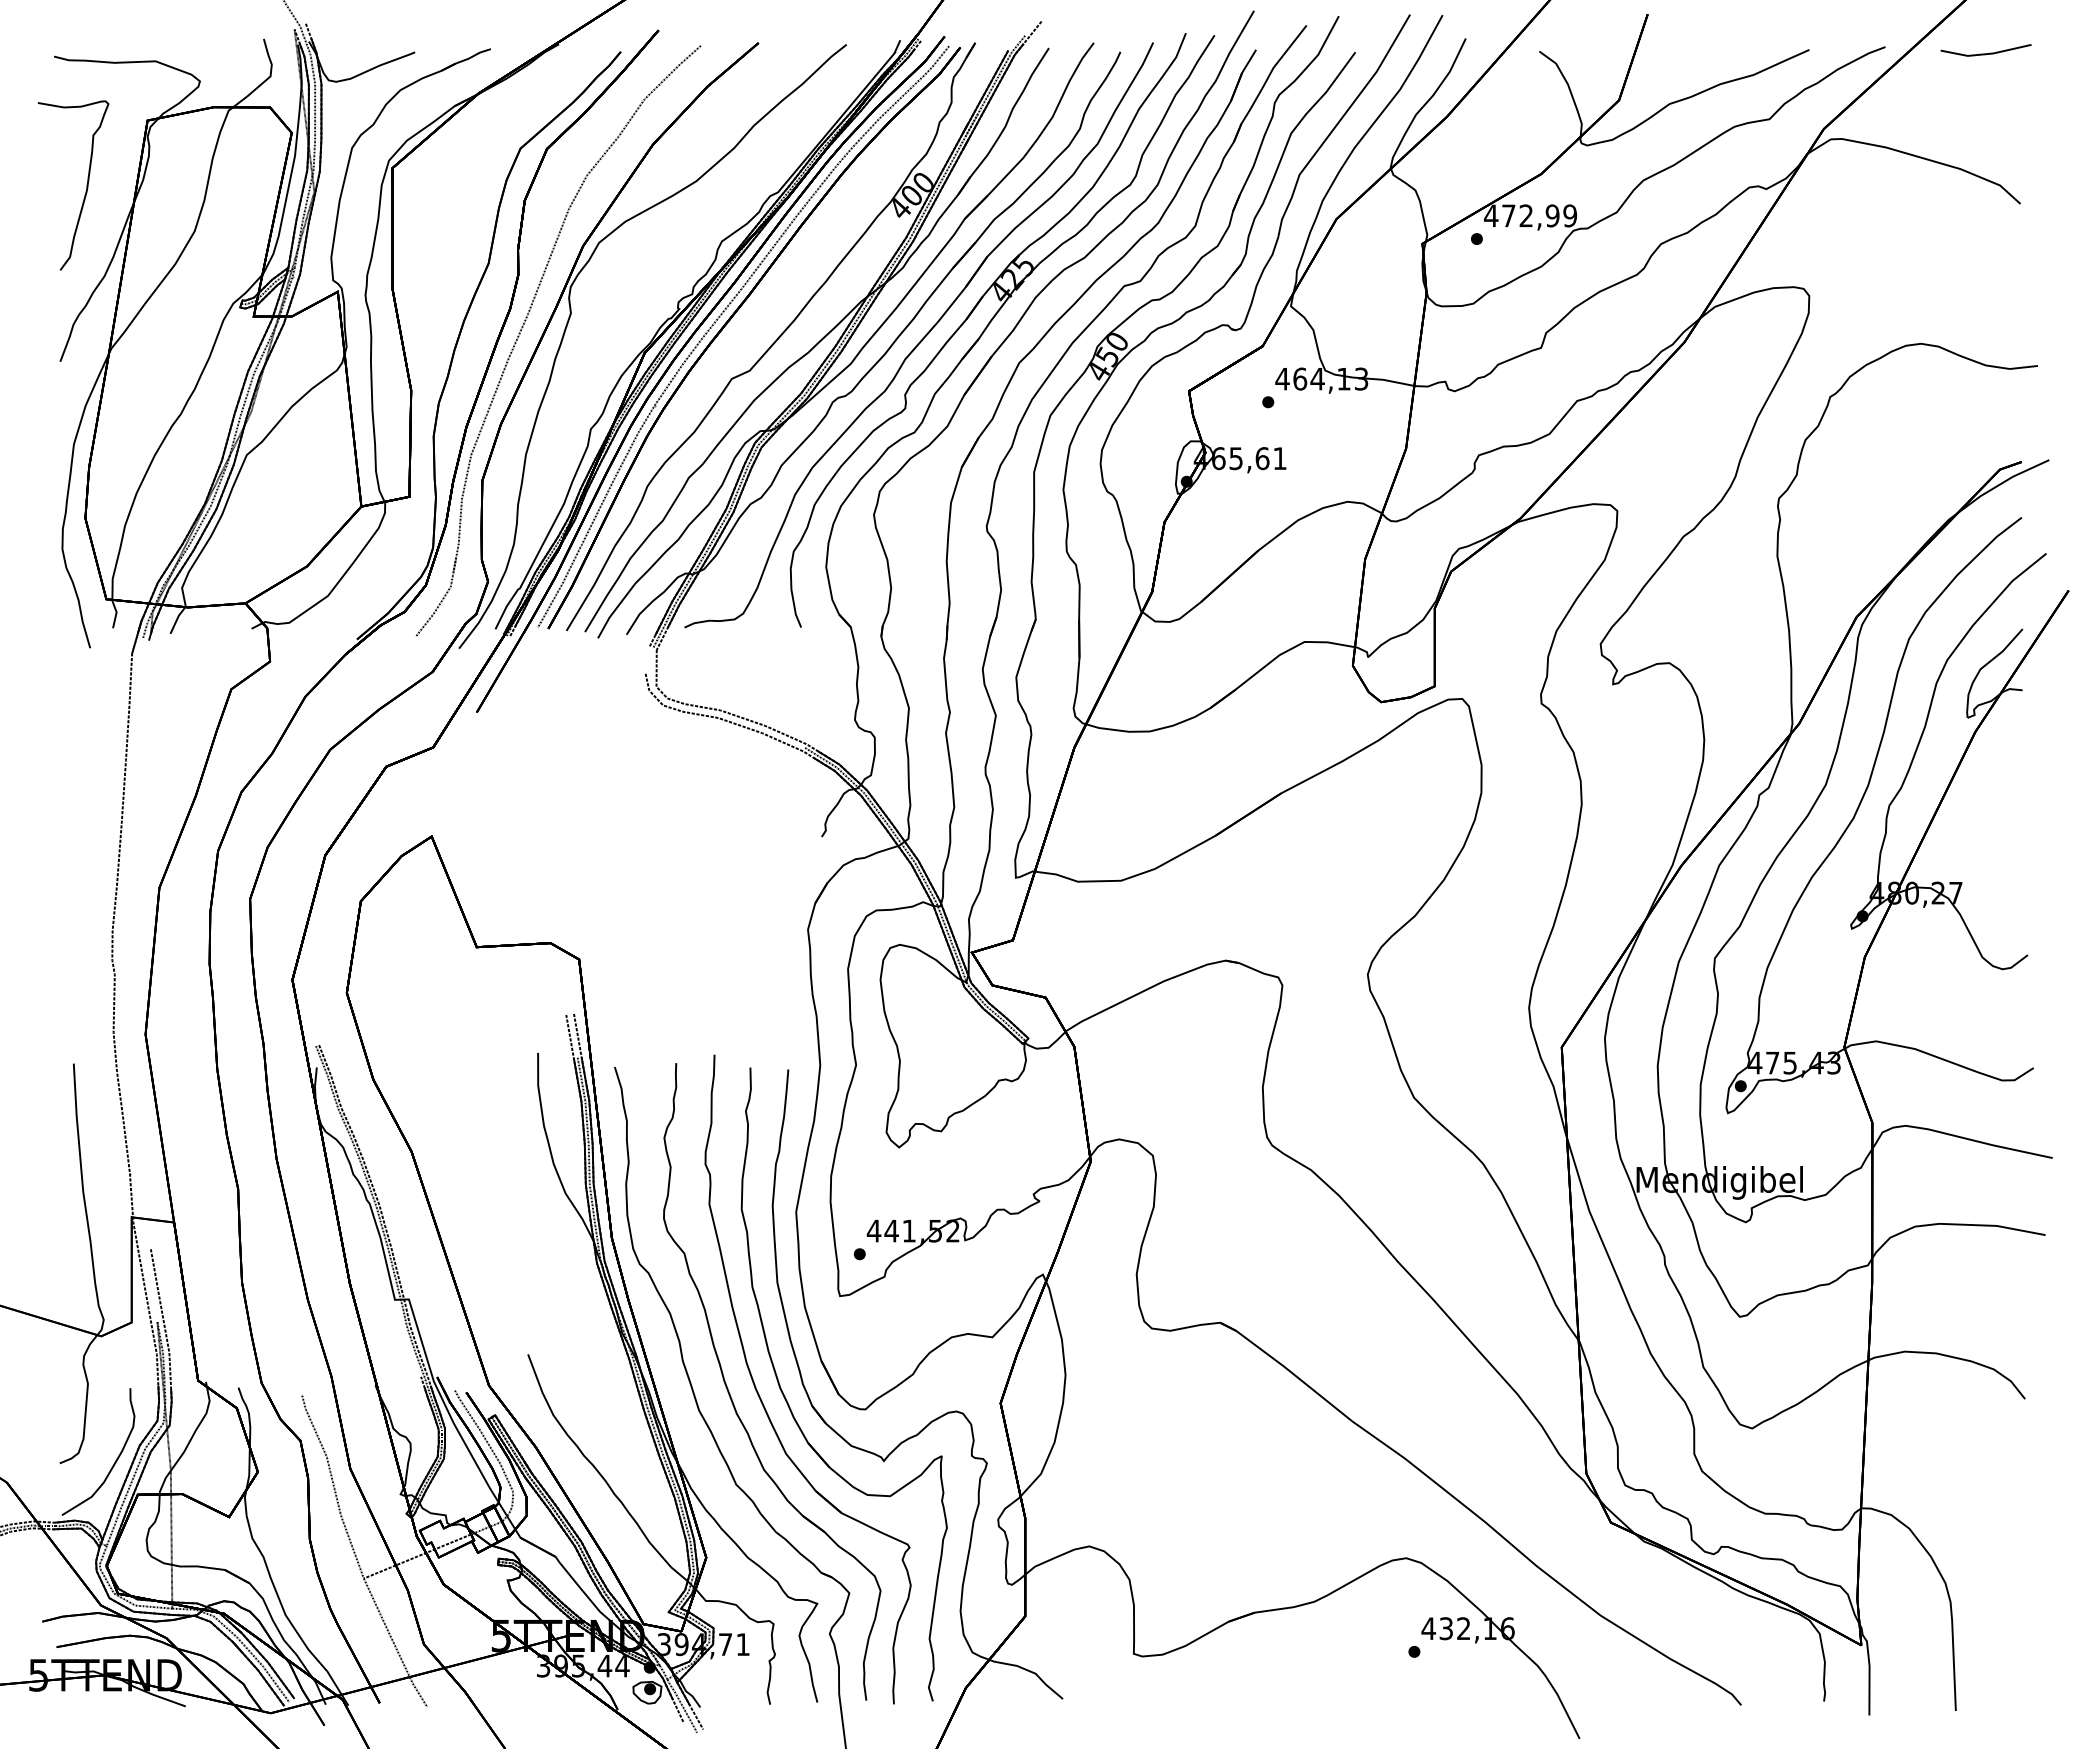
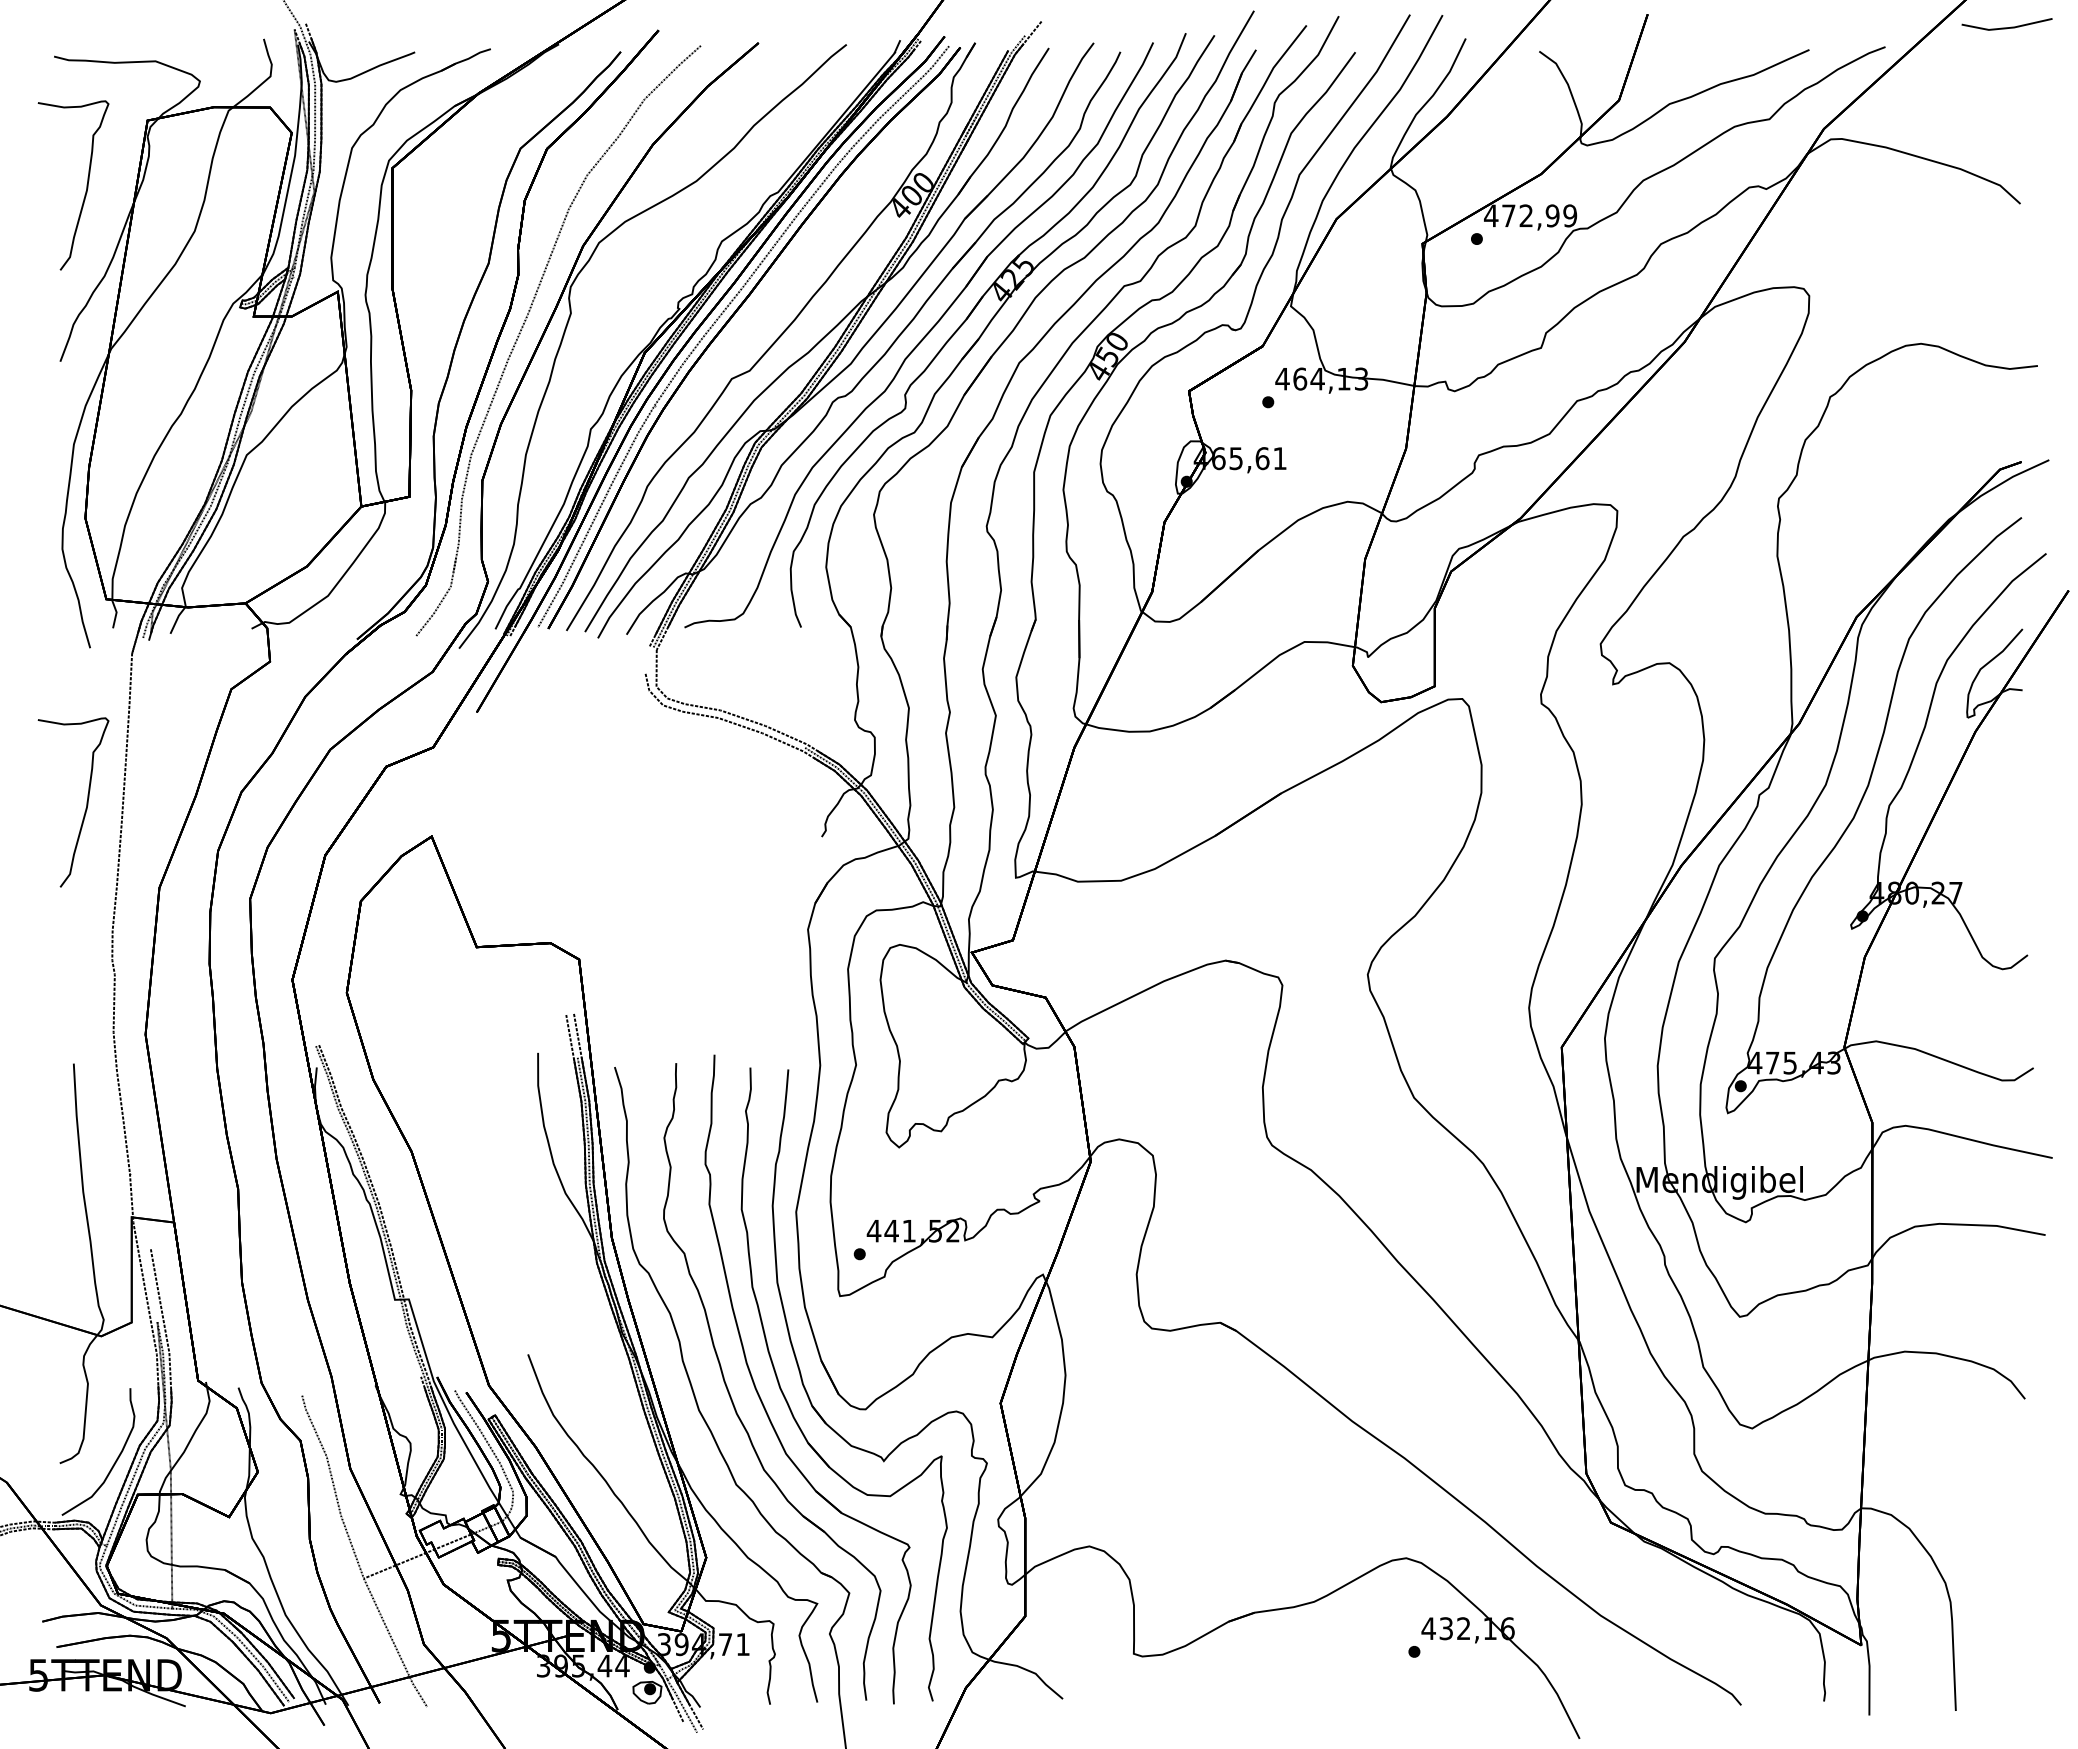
line at (1985, 53) position: (1985, 53) -> (2006, 27)
curve at (86, 802): none -> present
